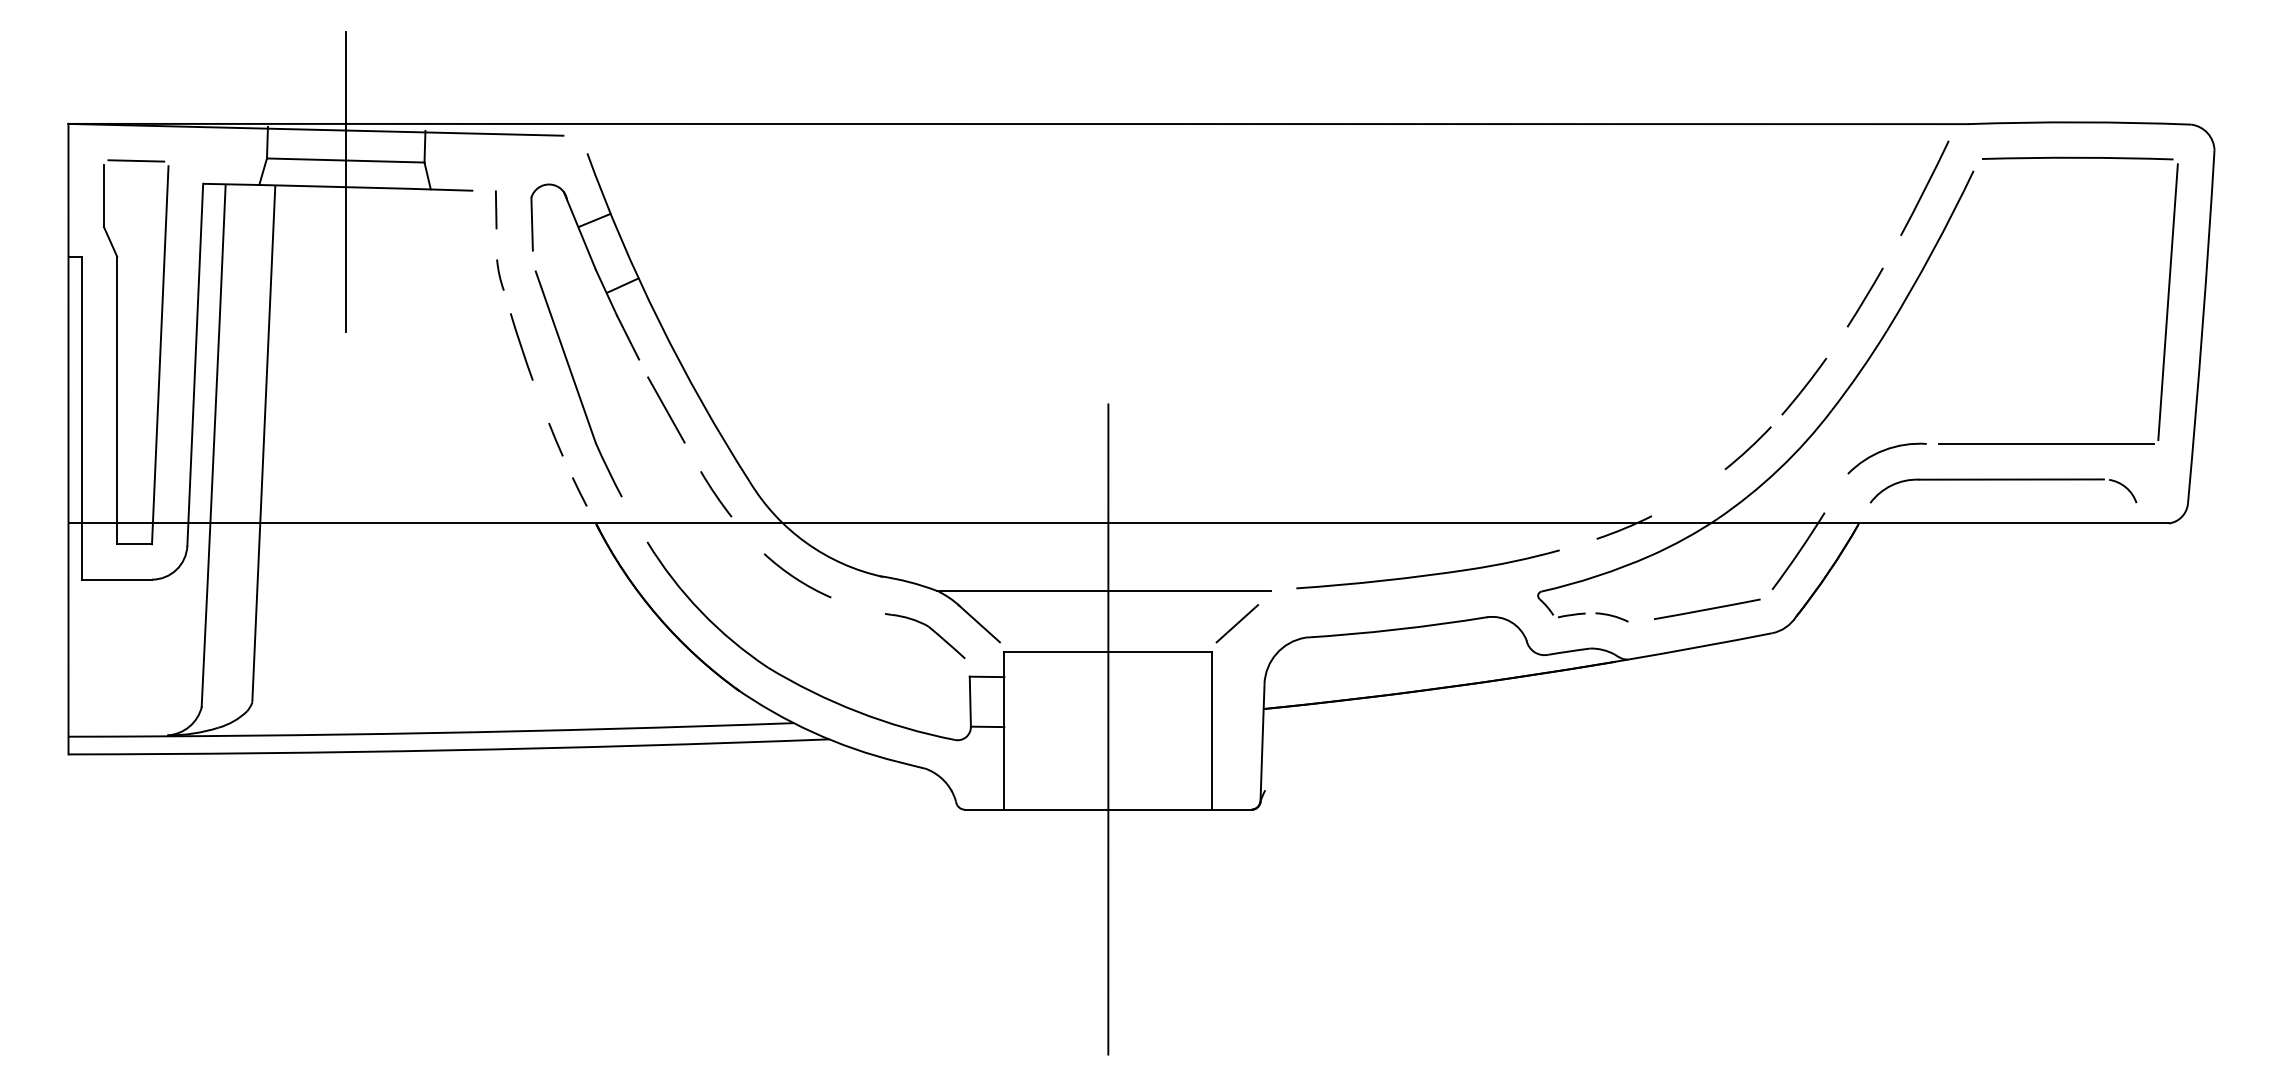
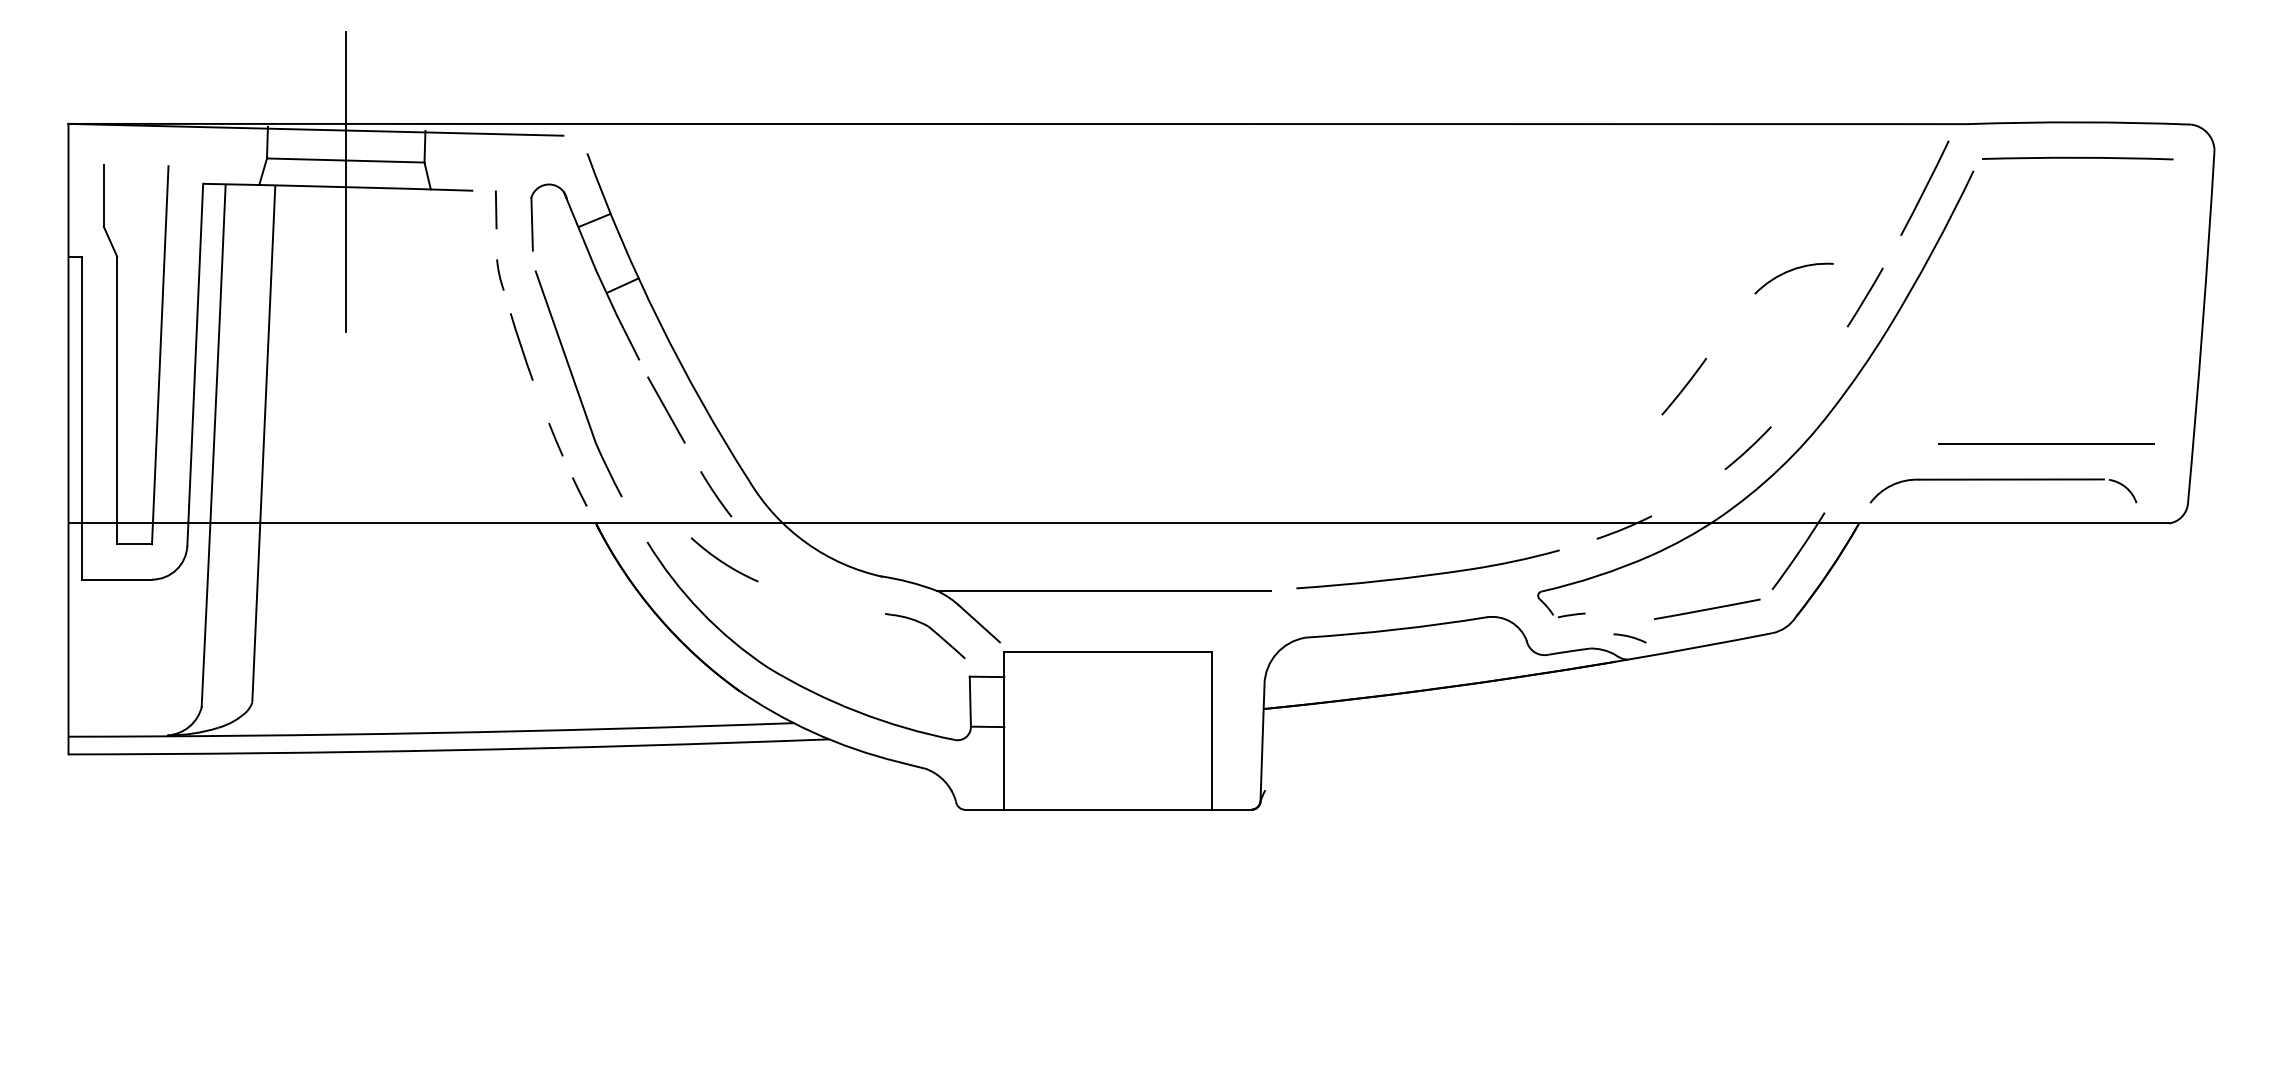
line at (136, 160): present -> none
line at (2167, 302): present -> none
line at (1804, 386) position: (1804, 386) -> (1684, 386)
arc at (1884, 451) position: (1884, 451) -> (1791, 271)
arc at (796, 577) position: (796, 577) -> (723, 561)
arc at (1611, 616) position: (1611, 616) -> (1629, 637)
line at (1237, 623): present -> none
line at (1108, 729): present -> none
